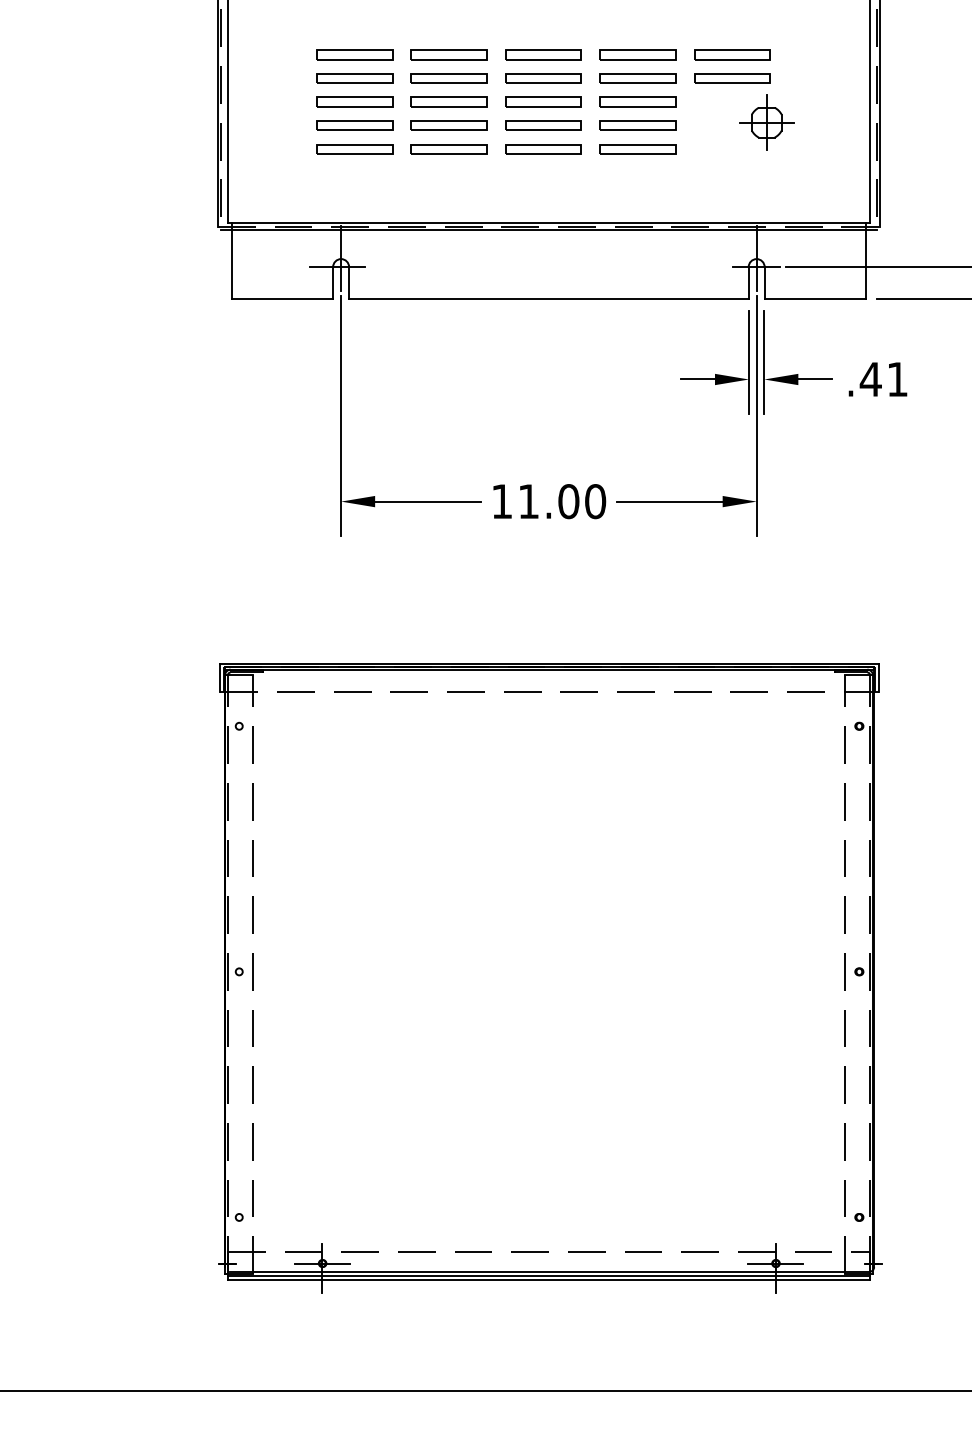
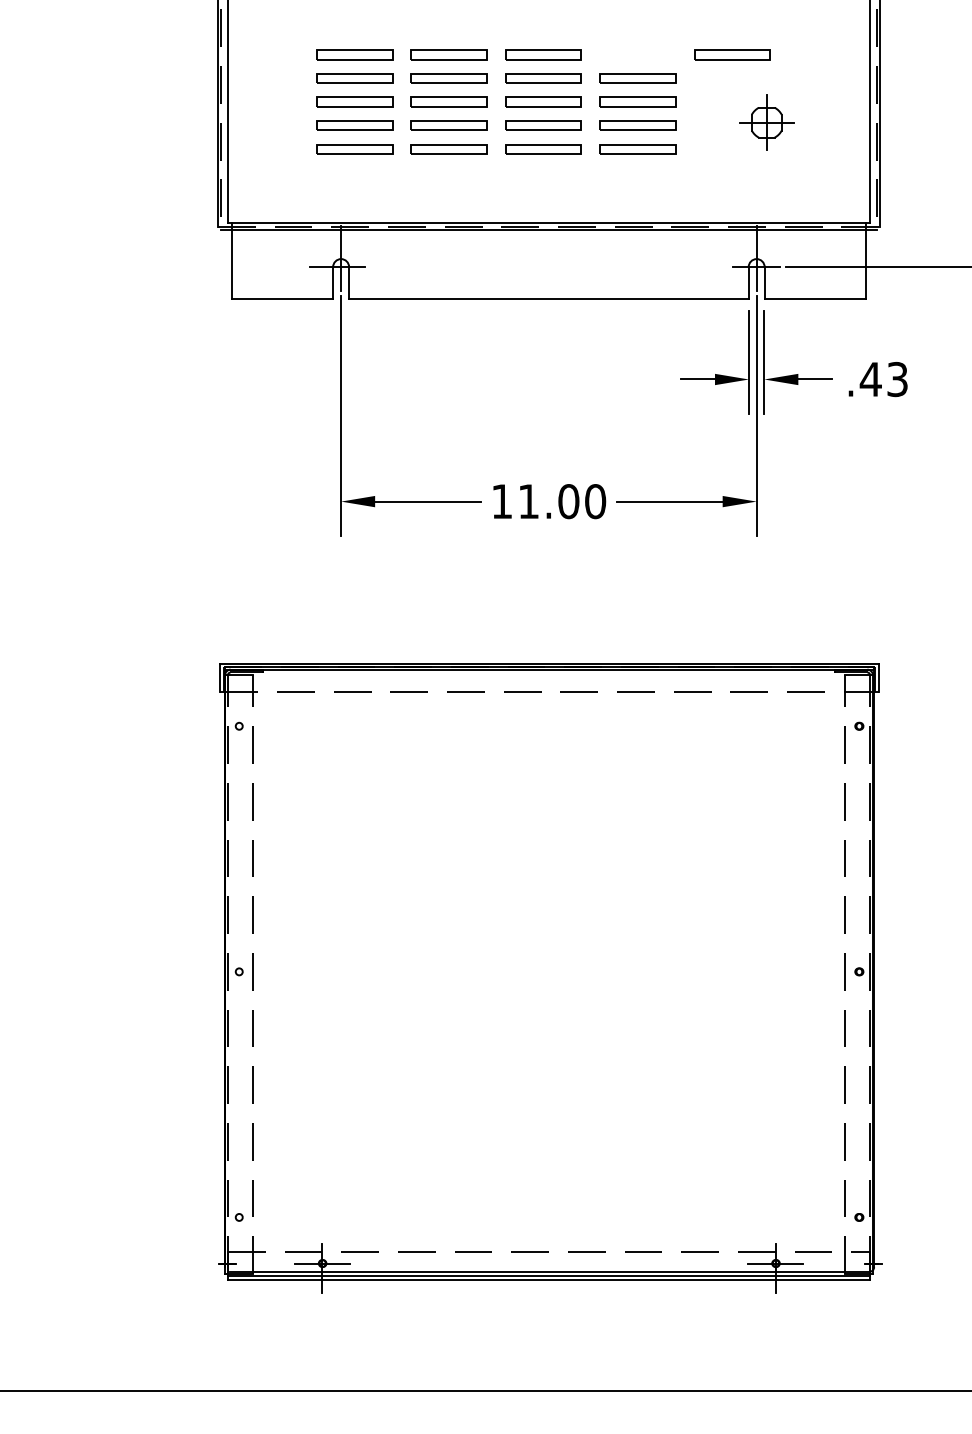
part at (637, 54): present -> none
part at (732, 78): present -> none
line at (922, 298): present -> none
text at (897, 379): .41 -> .43
